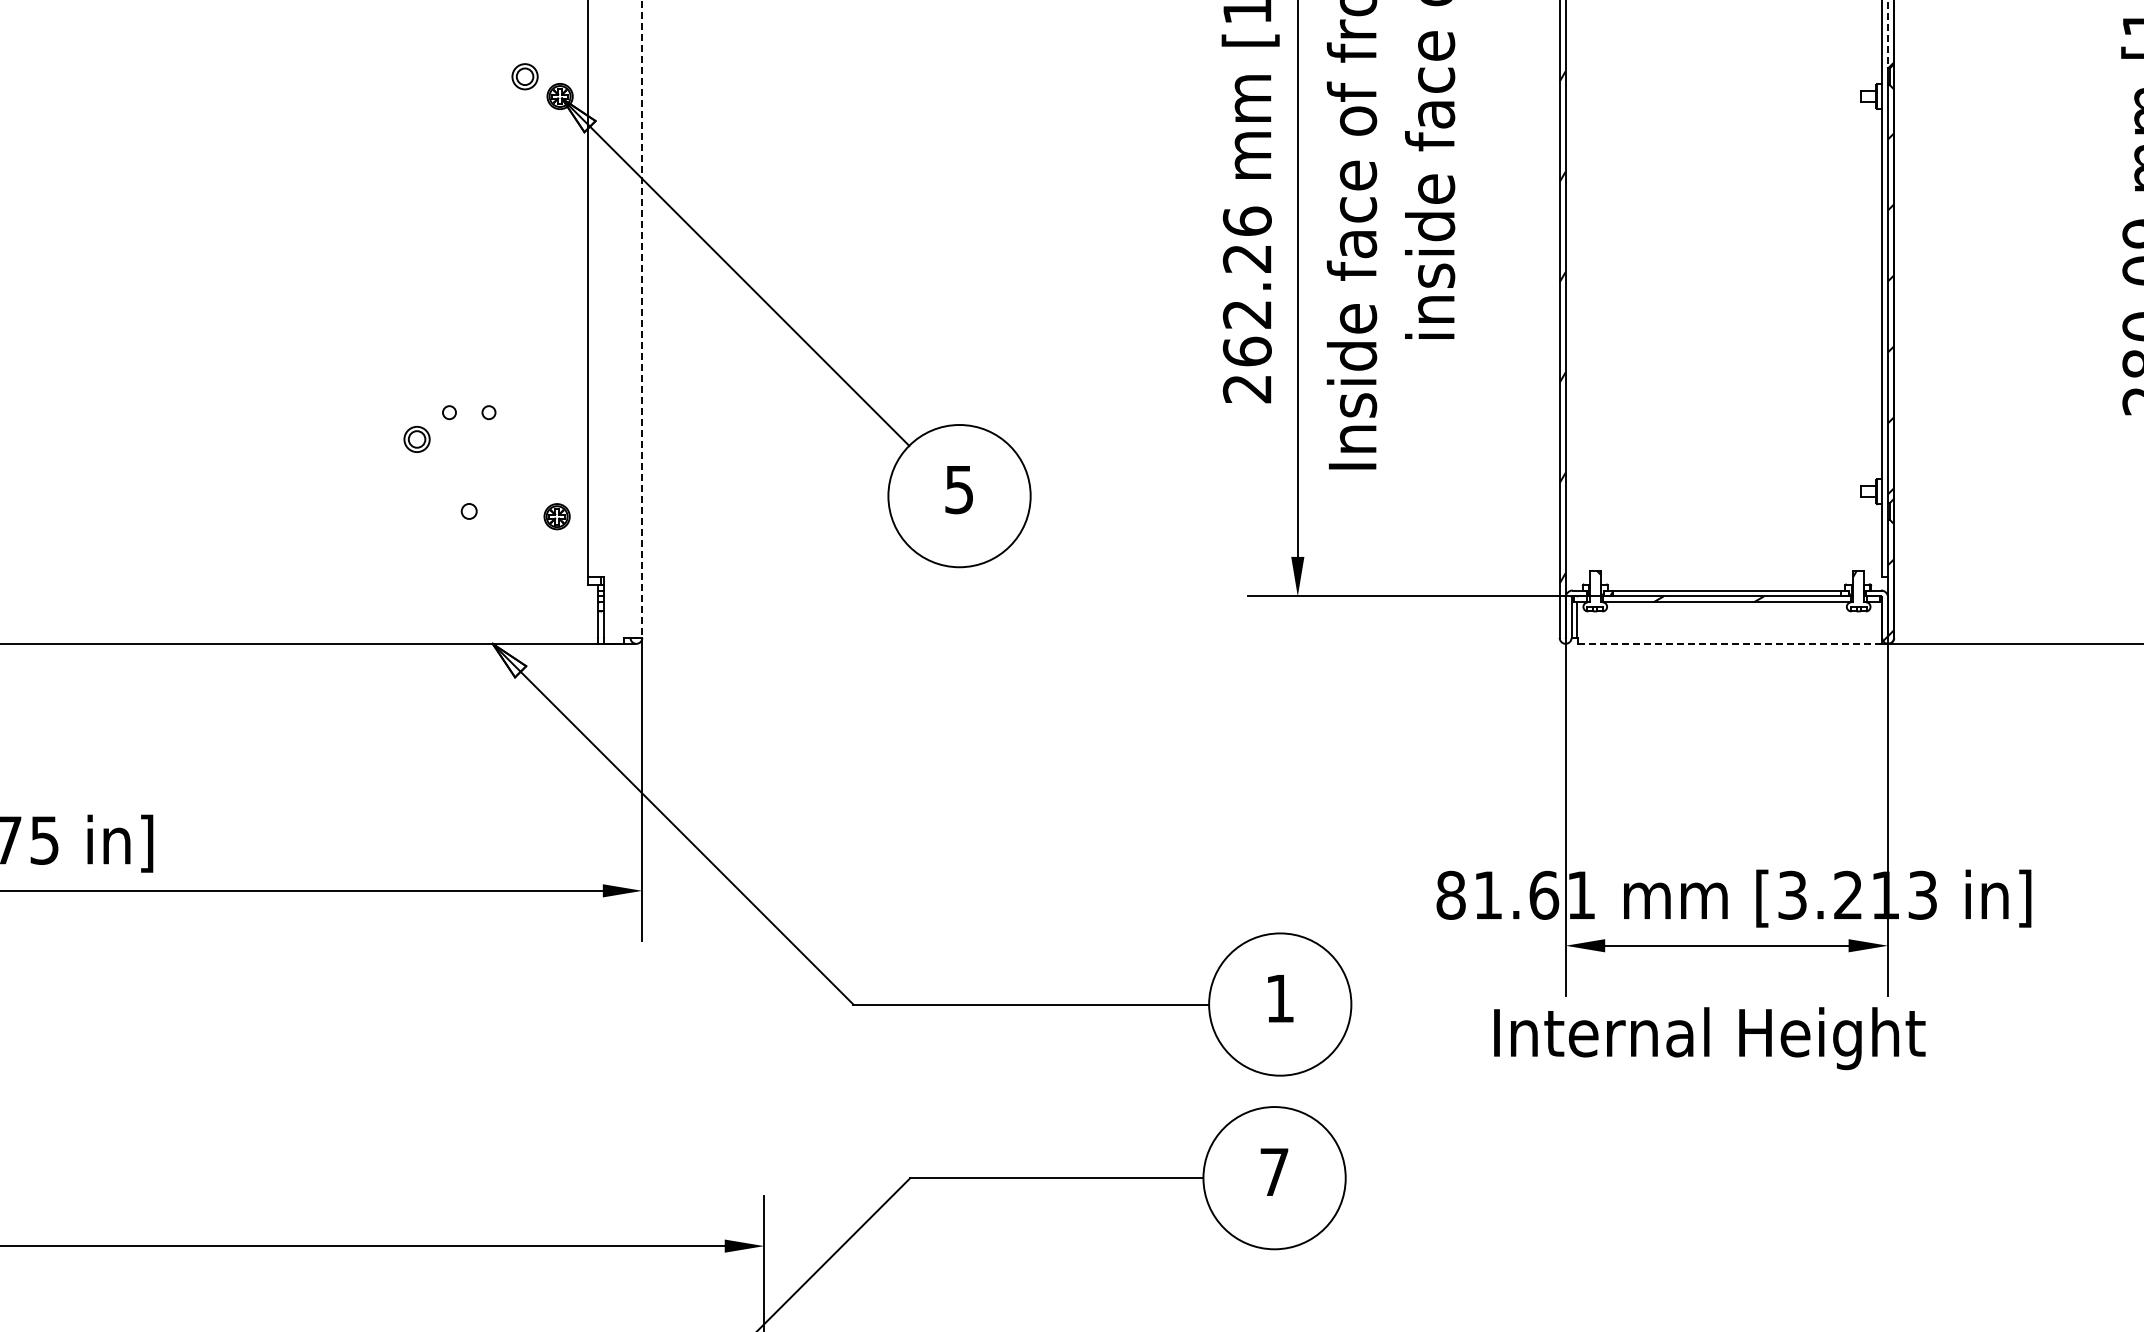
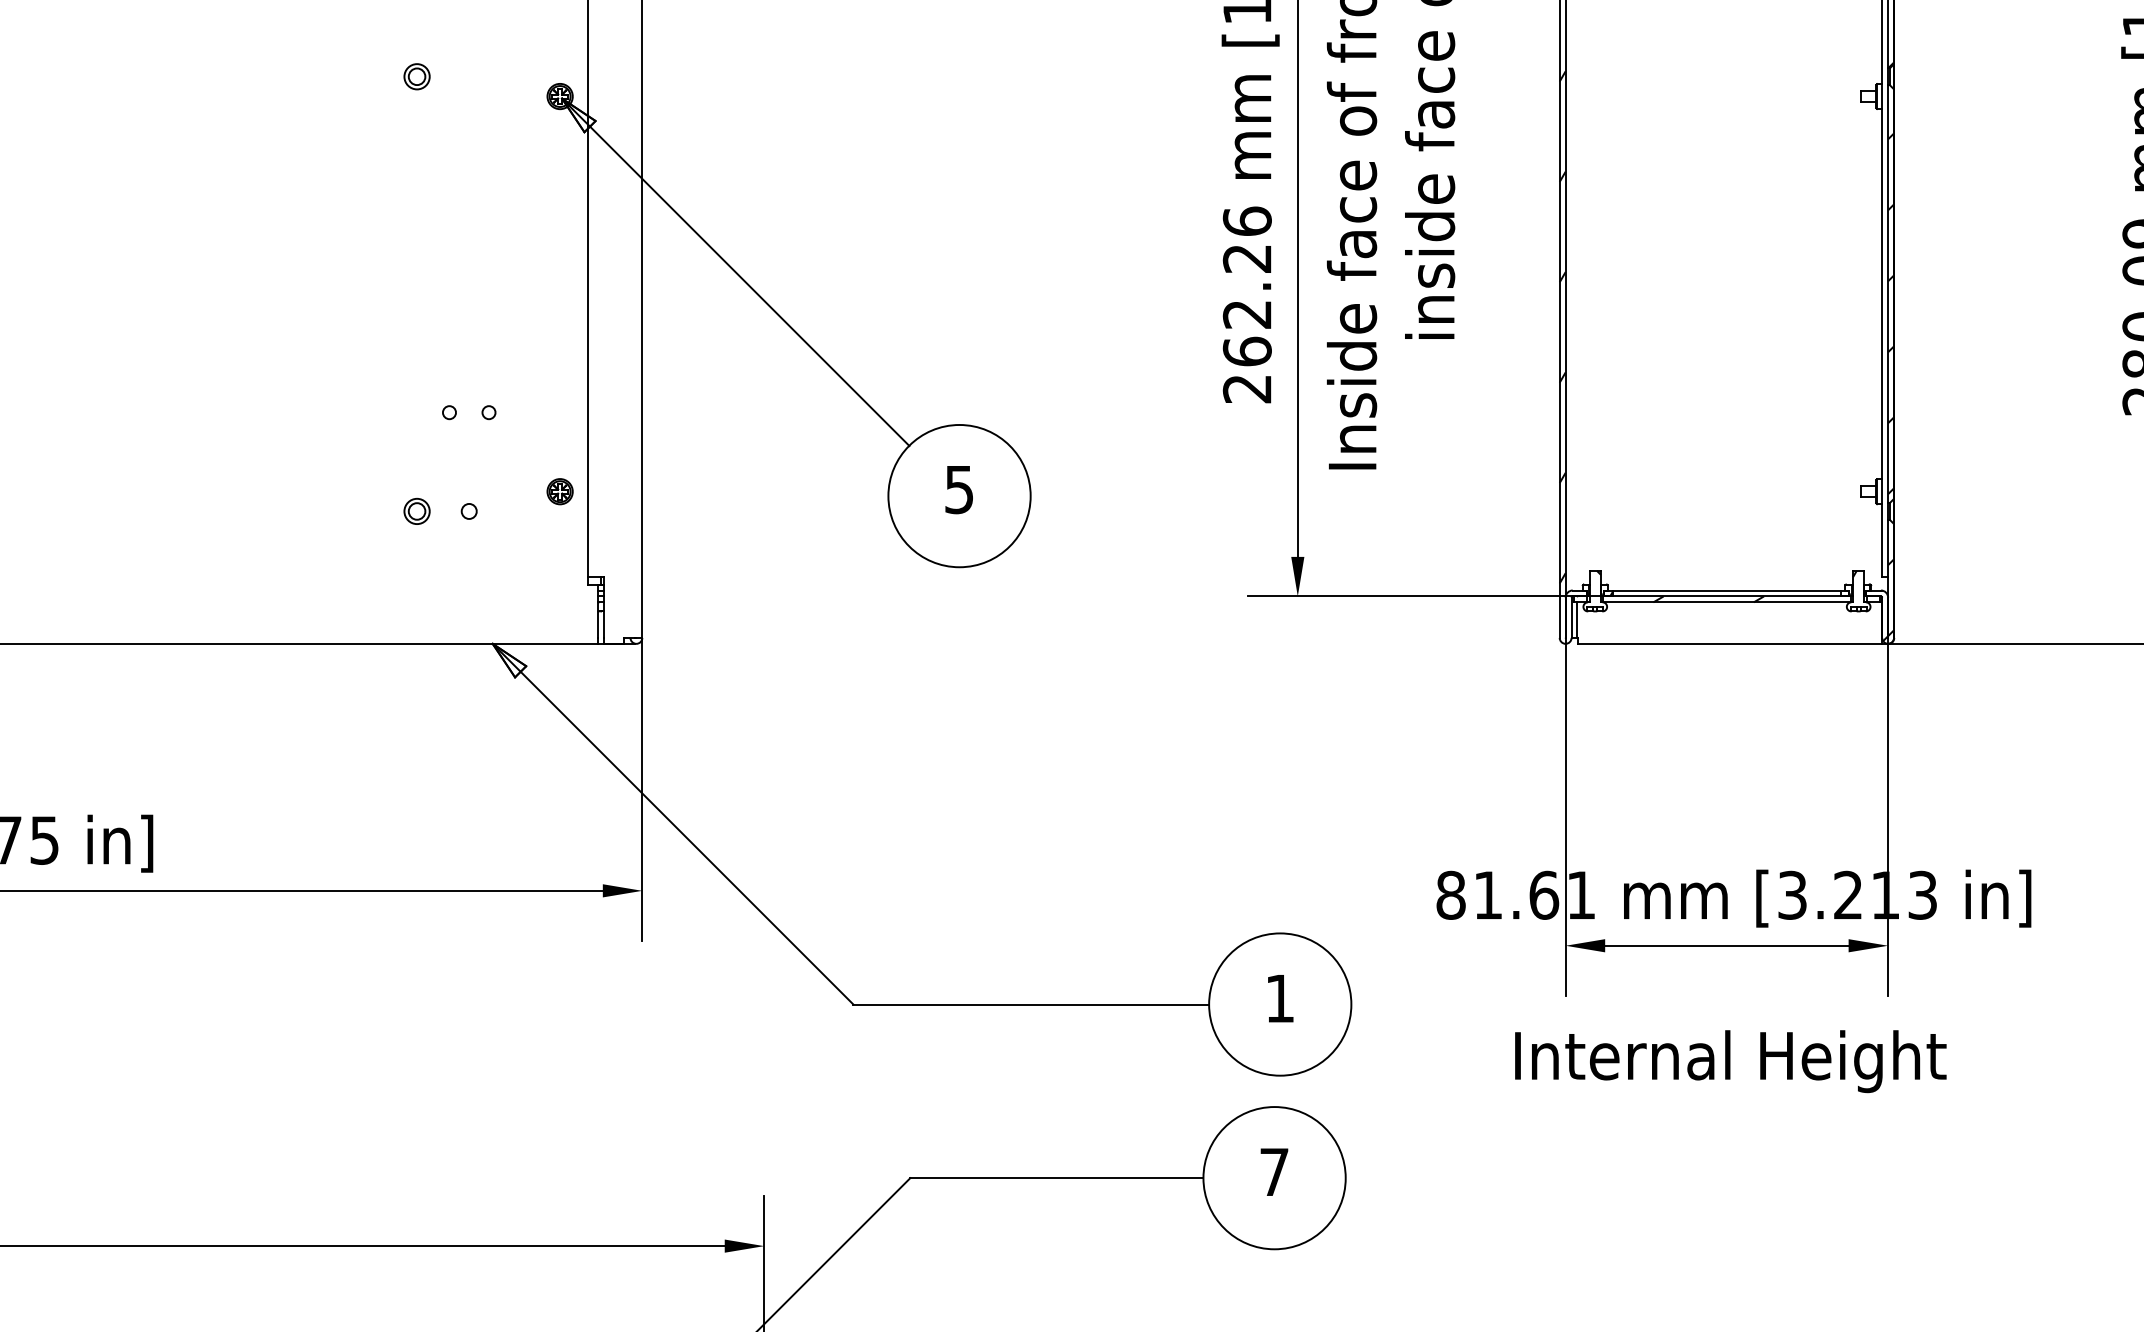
line at (1888, 34): dashed -> solid
part at (524, 76) position: (524, 76) -> (416, 76)
line at (642, 318): dashed -> solid
part at (416, 438) position: (416, 438) -> (416, 510)
part at (556, 516) position: (556, 516) -> (559, 491)
line at (1730, 643): dashed -> solid
text at (1709, 1038) position: (1709, 1038) -> (1730, 1061)
